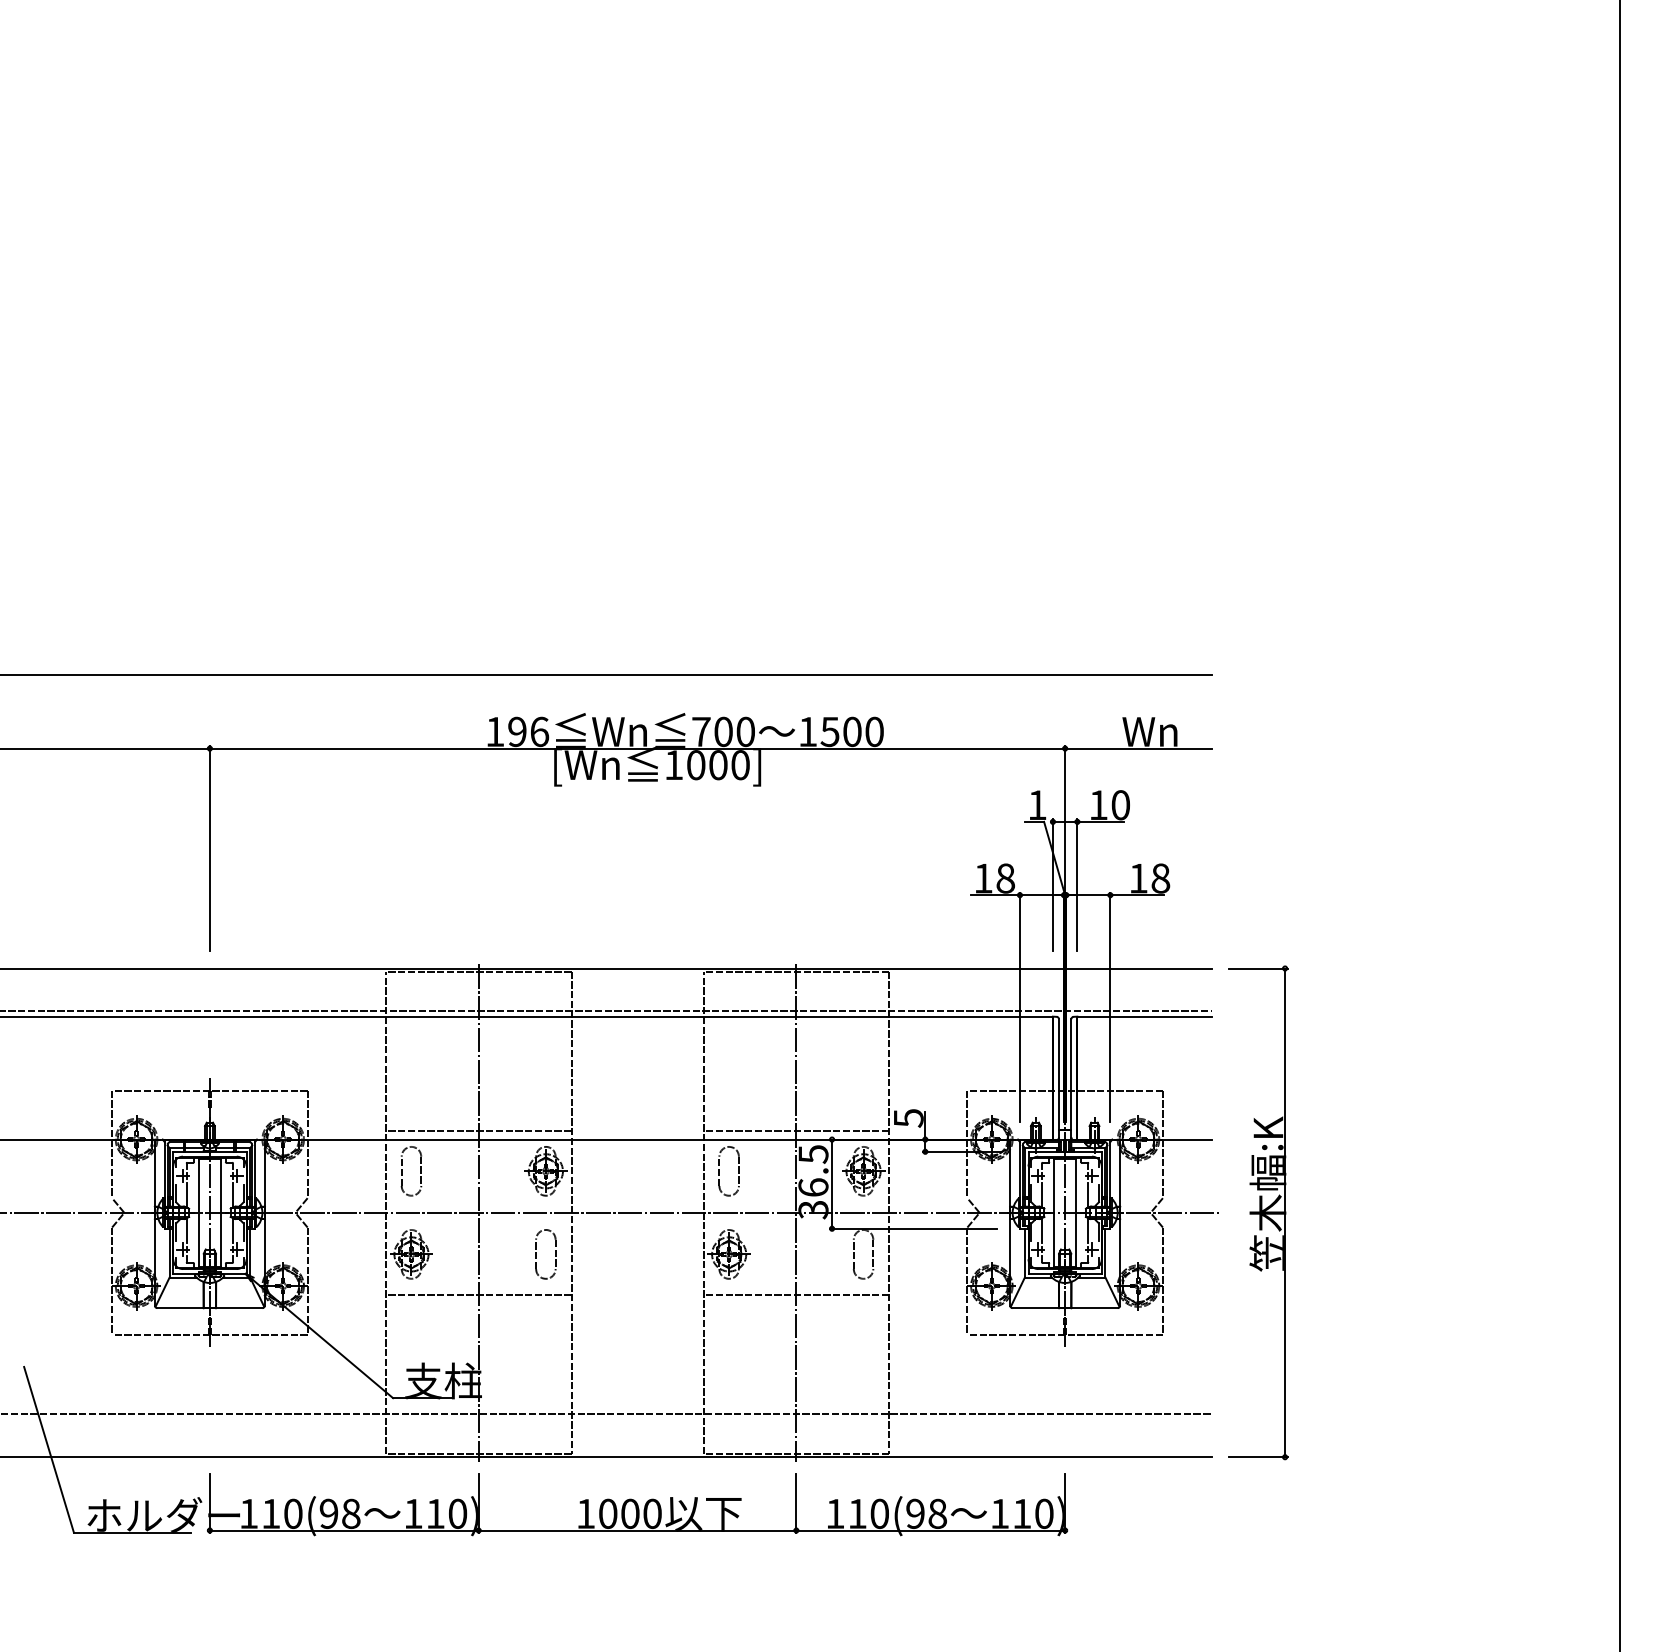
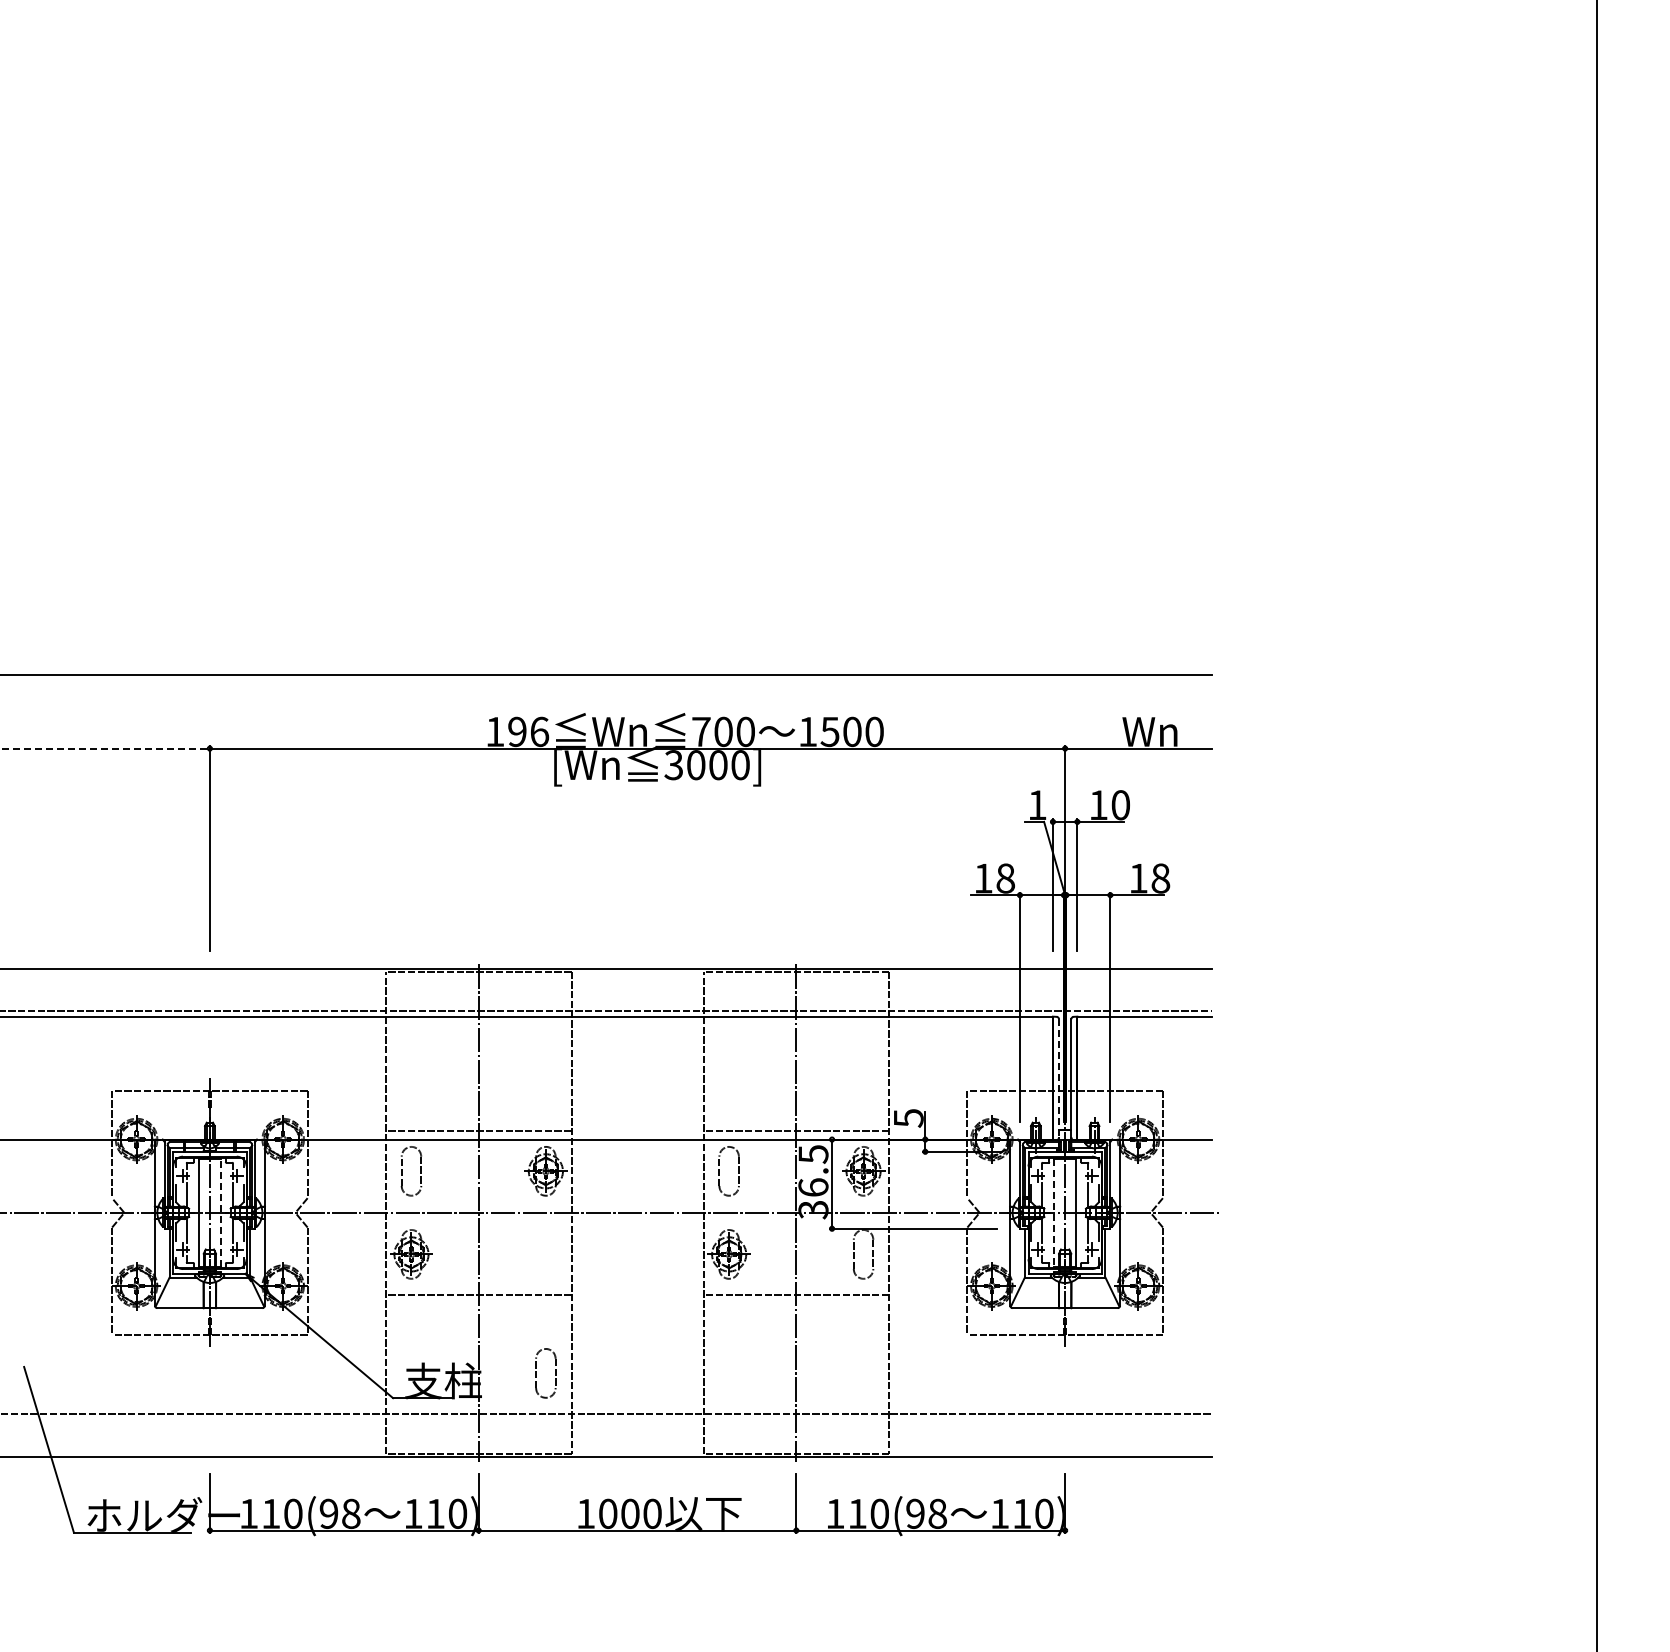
line at (104, 748): solid -> dashed
text at (673, 765): 1000] -> 3000]
line at (1619, 825) position: (1619, 825) -> (1596, 825)
line at (1059, 1078): solid -> dashed
line at (220, 1212): solid -> dashed
line at (1054, 1212): solid -> dashed
part at (1258, 1212): present -> none
part at (536, 1254) position: (536, 1254) -> (536, 1373)
